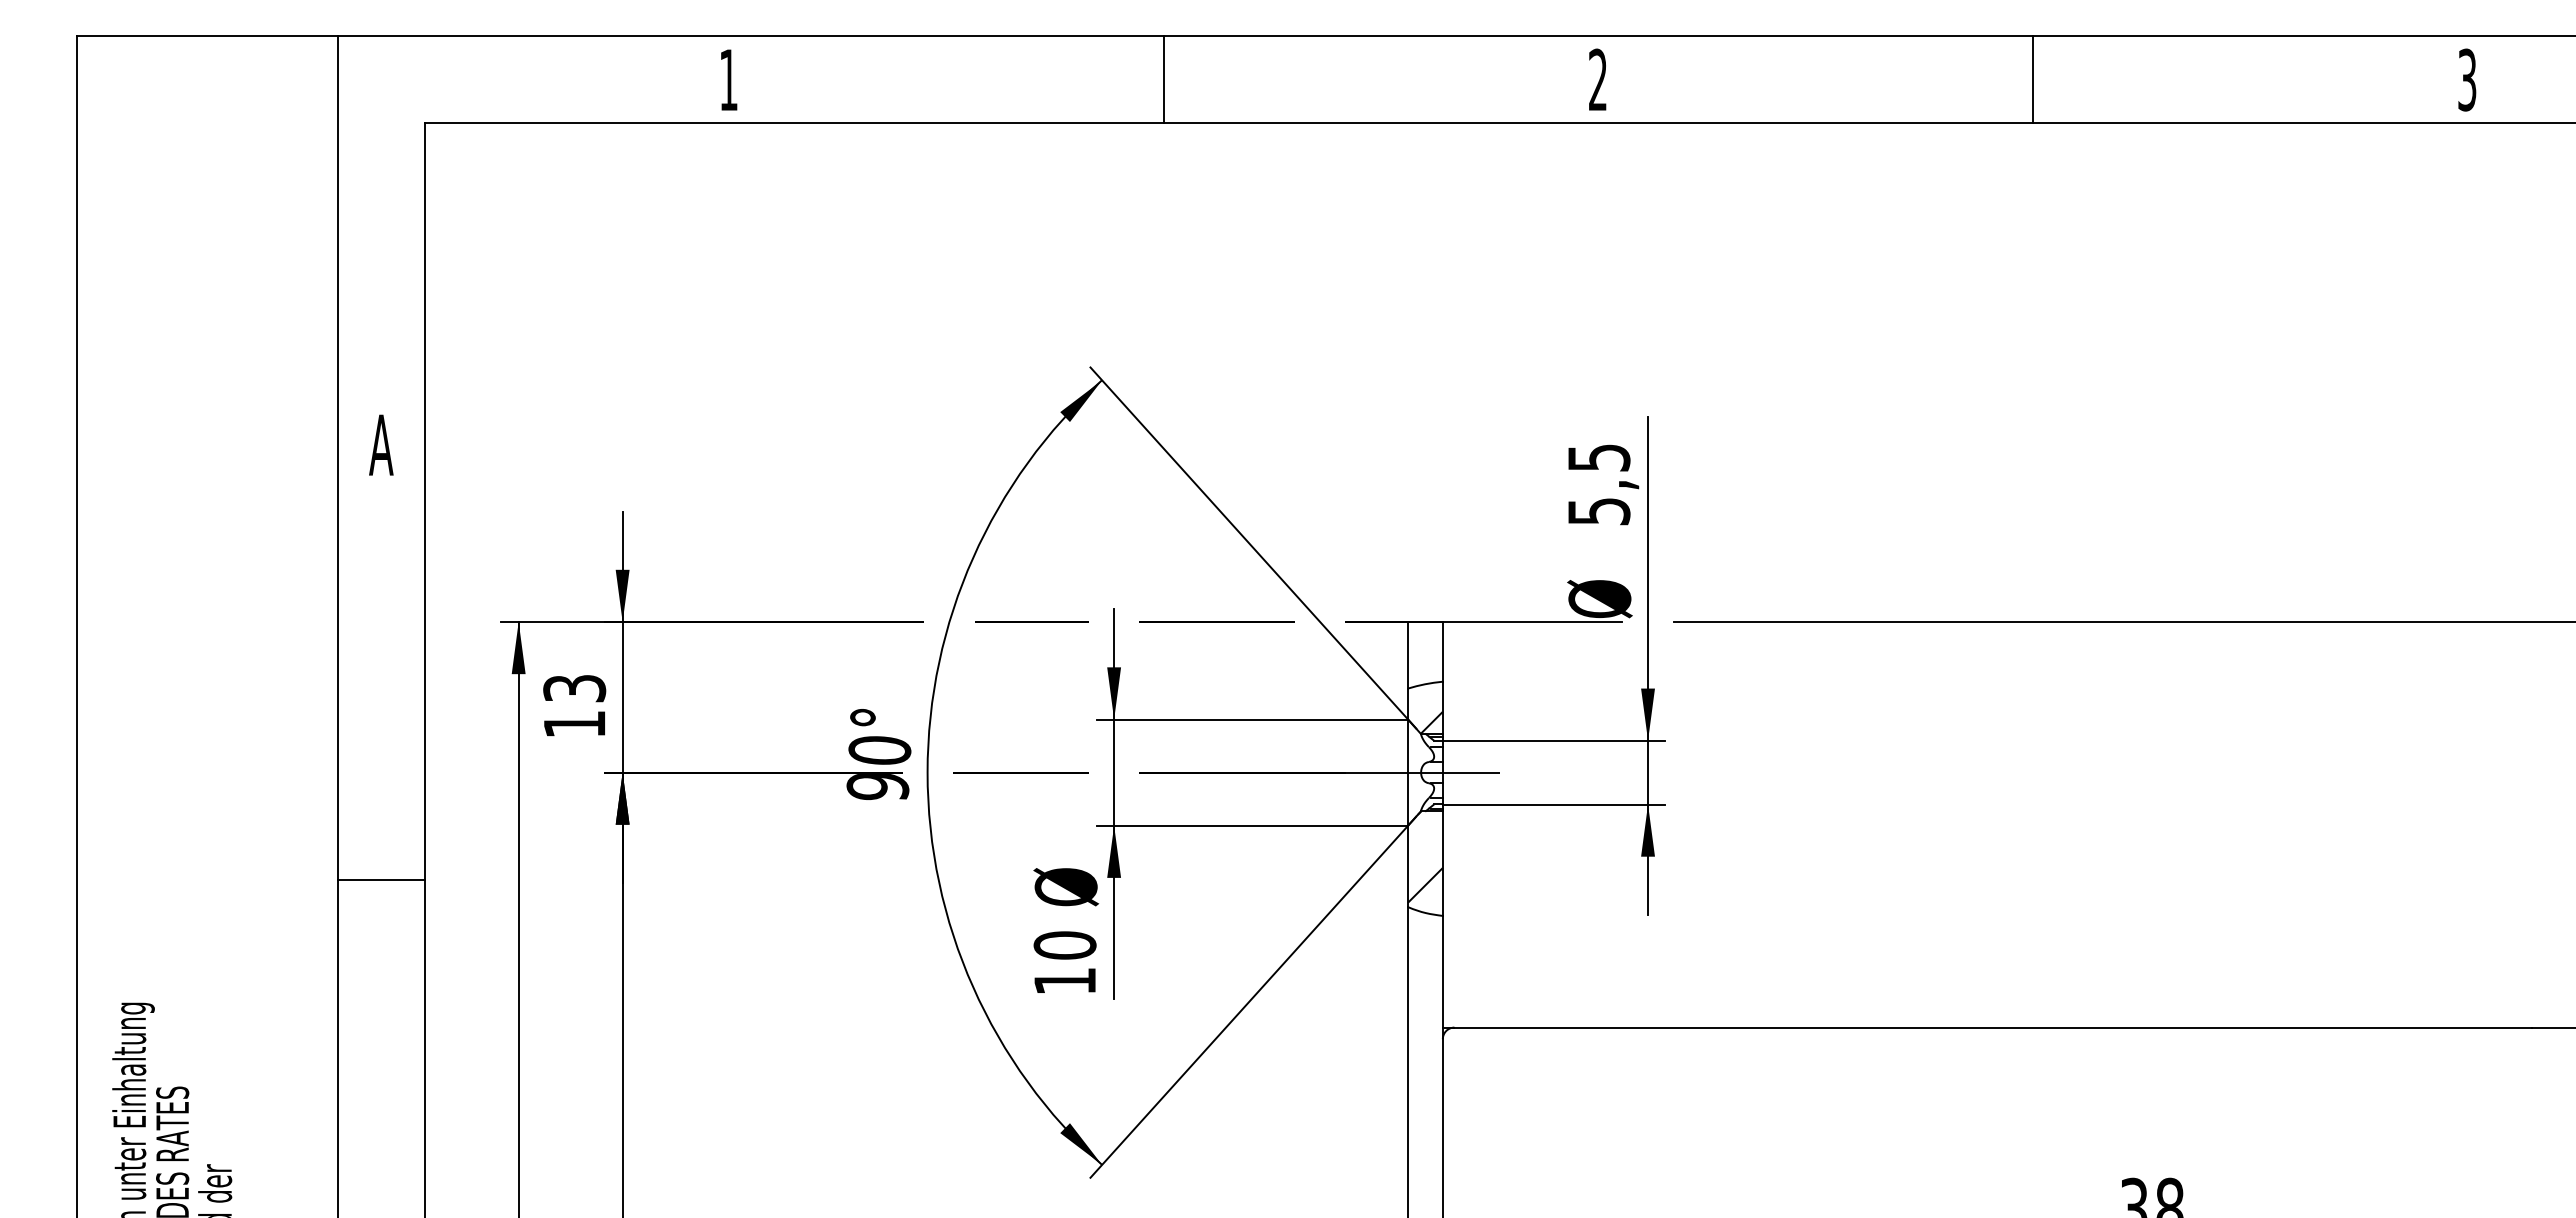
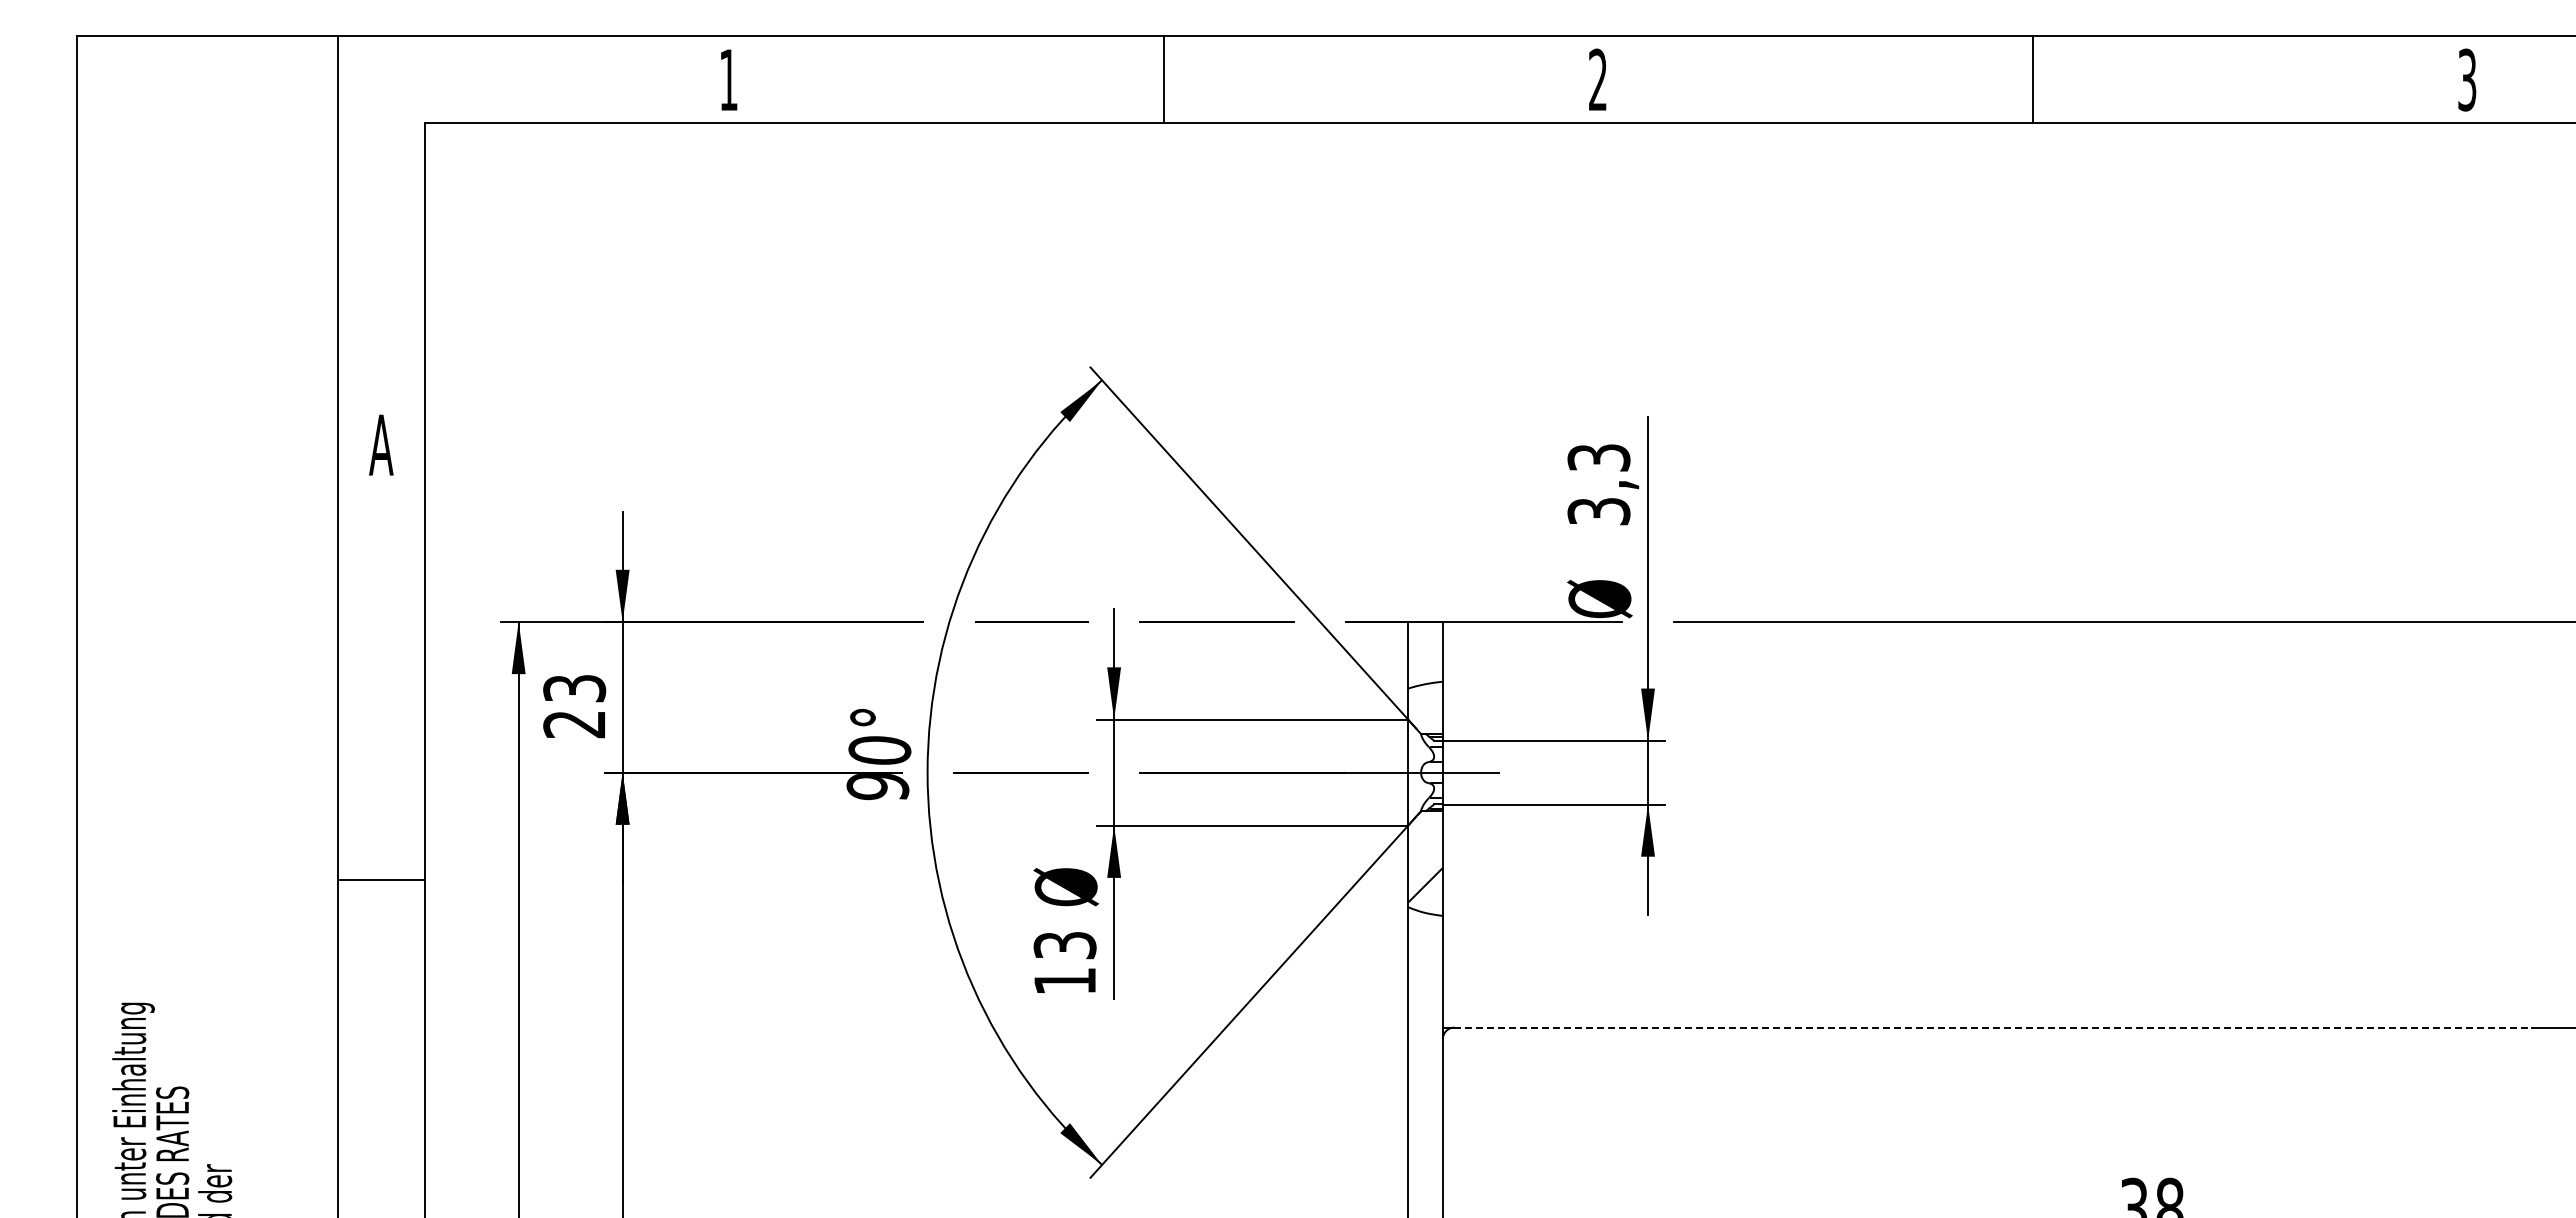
text at (1598, 484): 5,5 -> 3,3
hatch at (1431, 722): present -> none
text at (574, 724): 13 -> 23
text at (1064, 945): 10 -> 13
line at (1993, 1027): solid -> dashed
